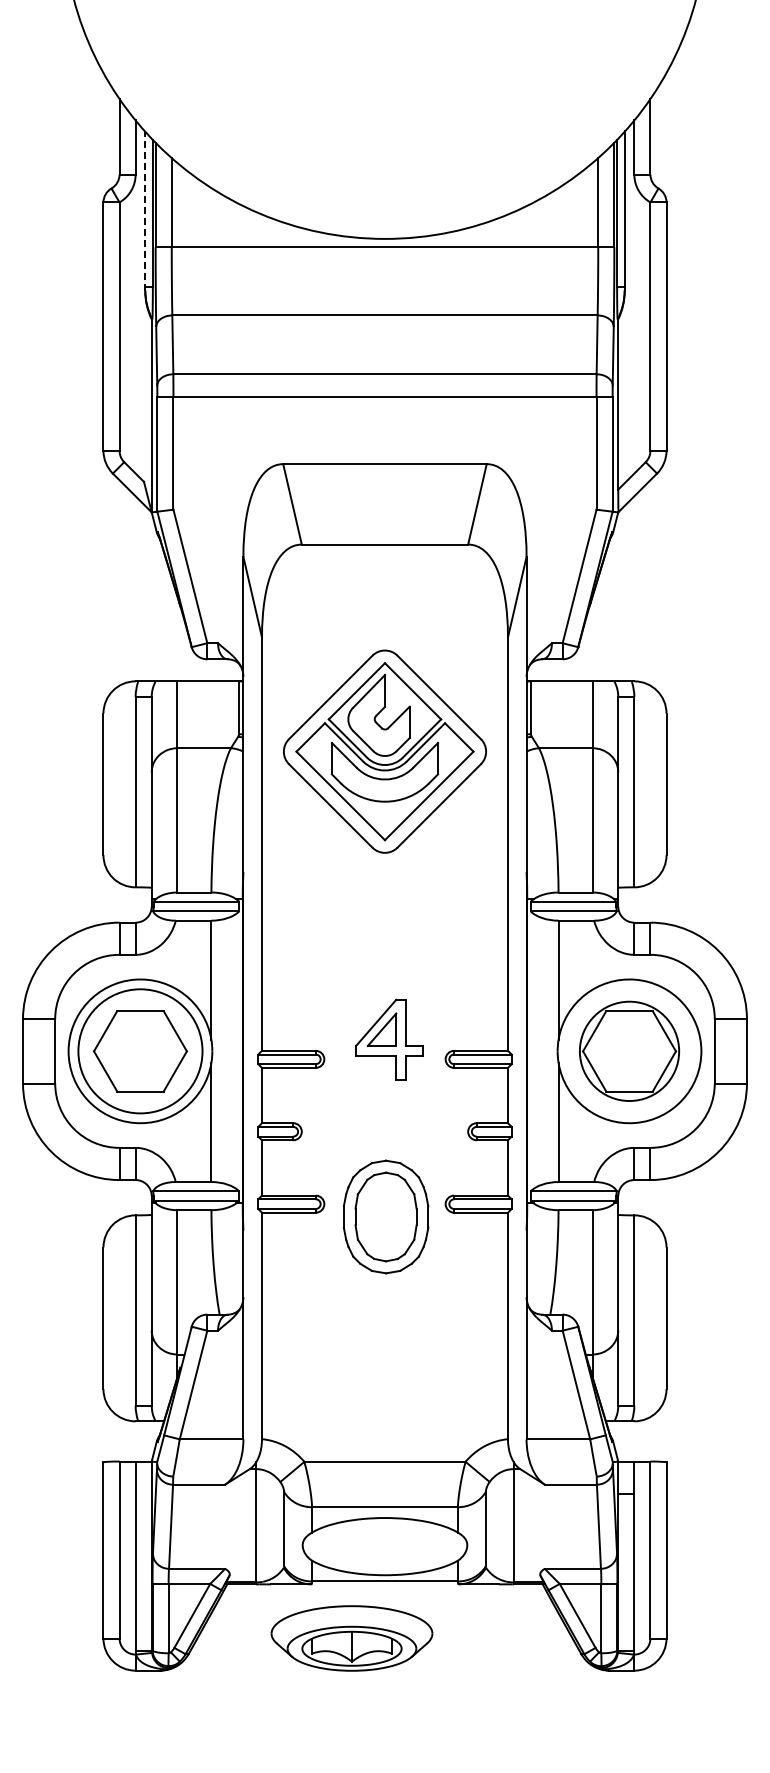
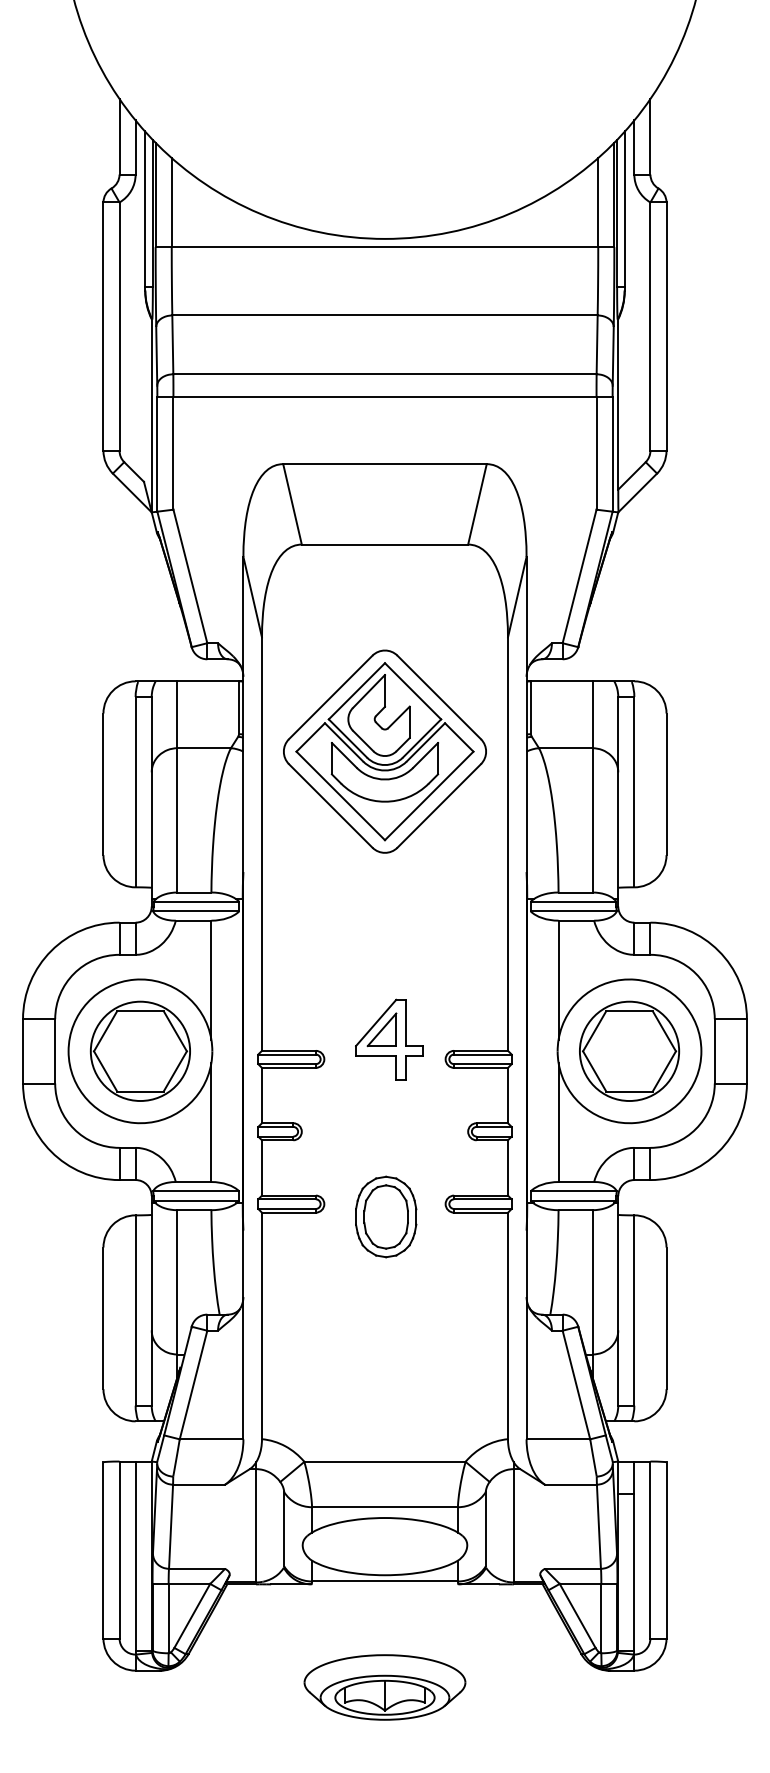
line at (145, 211): dashed -> solid
circle at (140, 1051) diameter: 124 px -> 99 px
part at (385, 1216) size: 88x116 px -> 63x84 px
part at (351, 1638) position: (351, 1638) -> (384, 1687)
